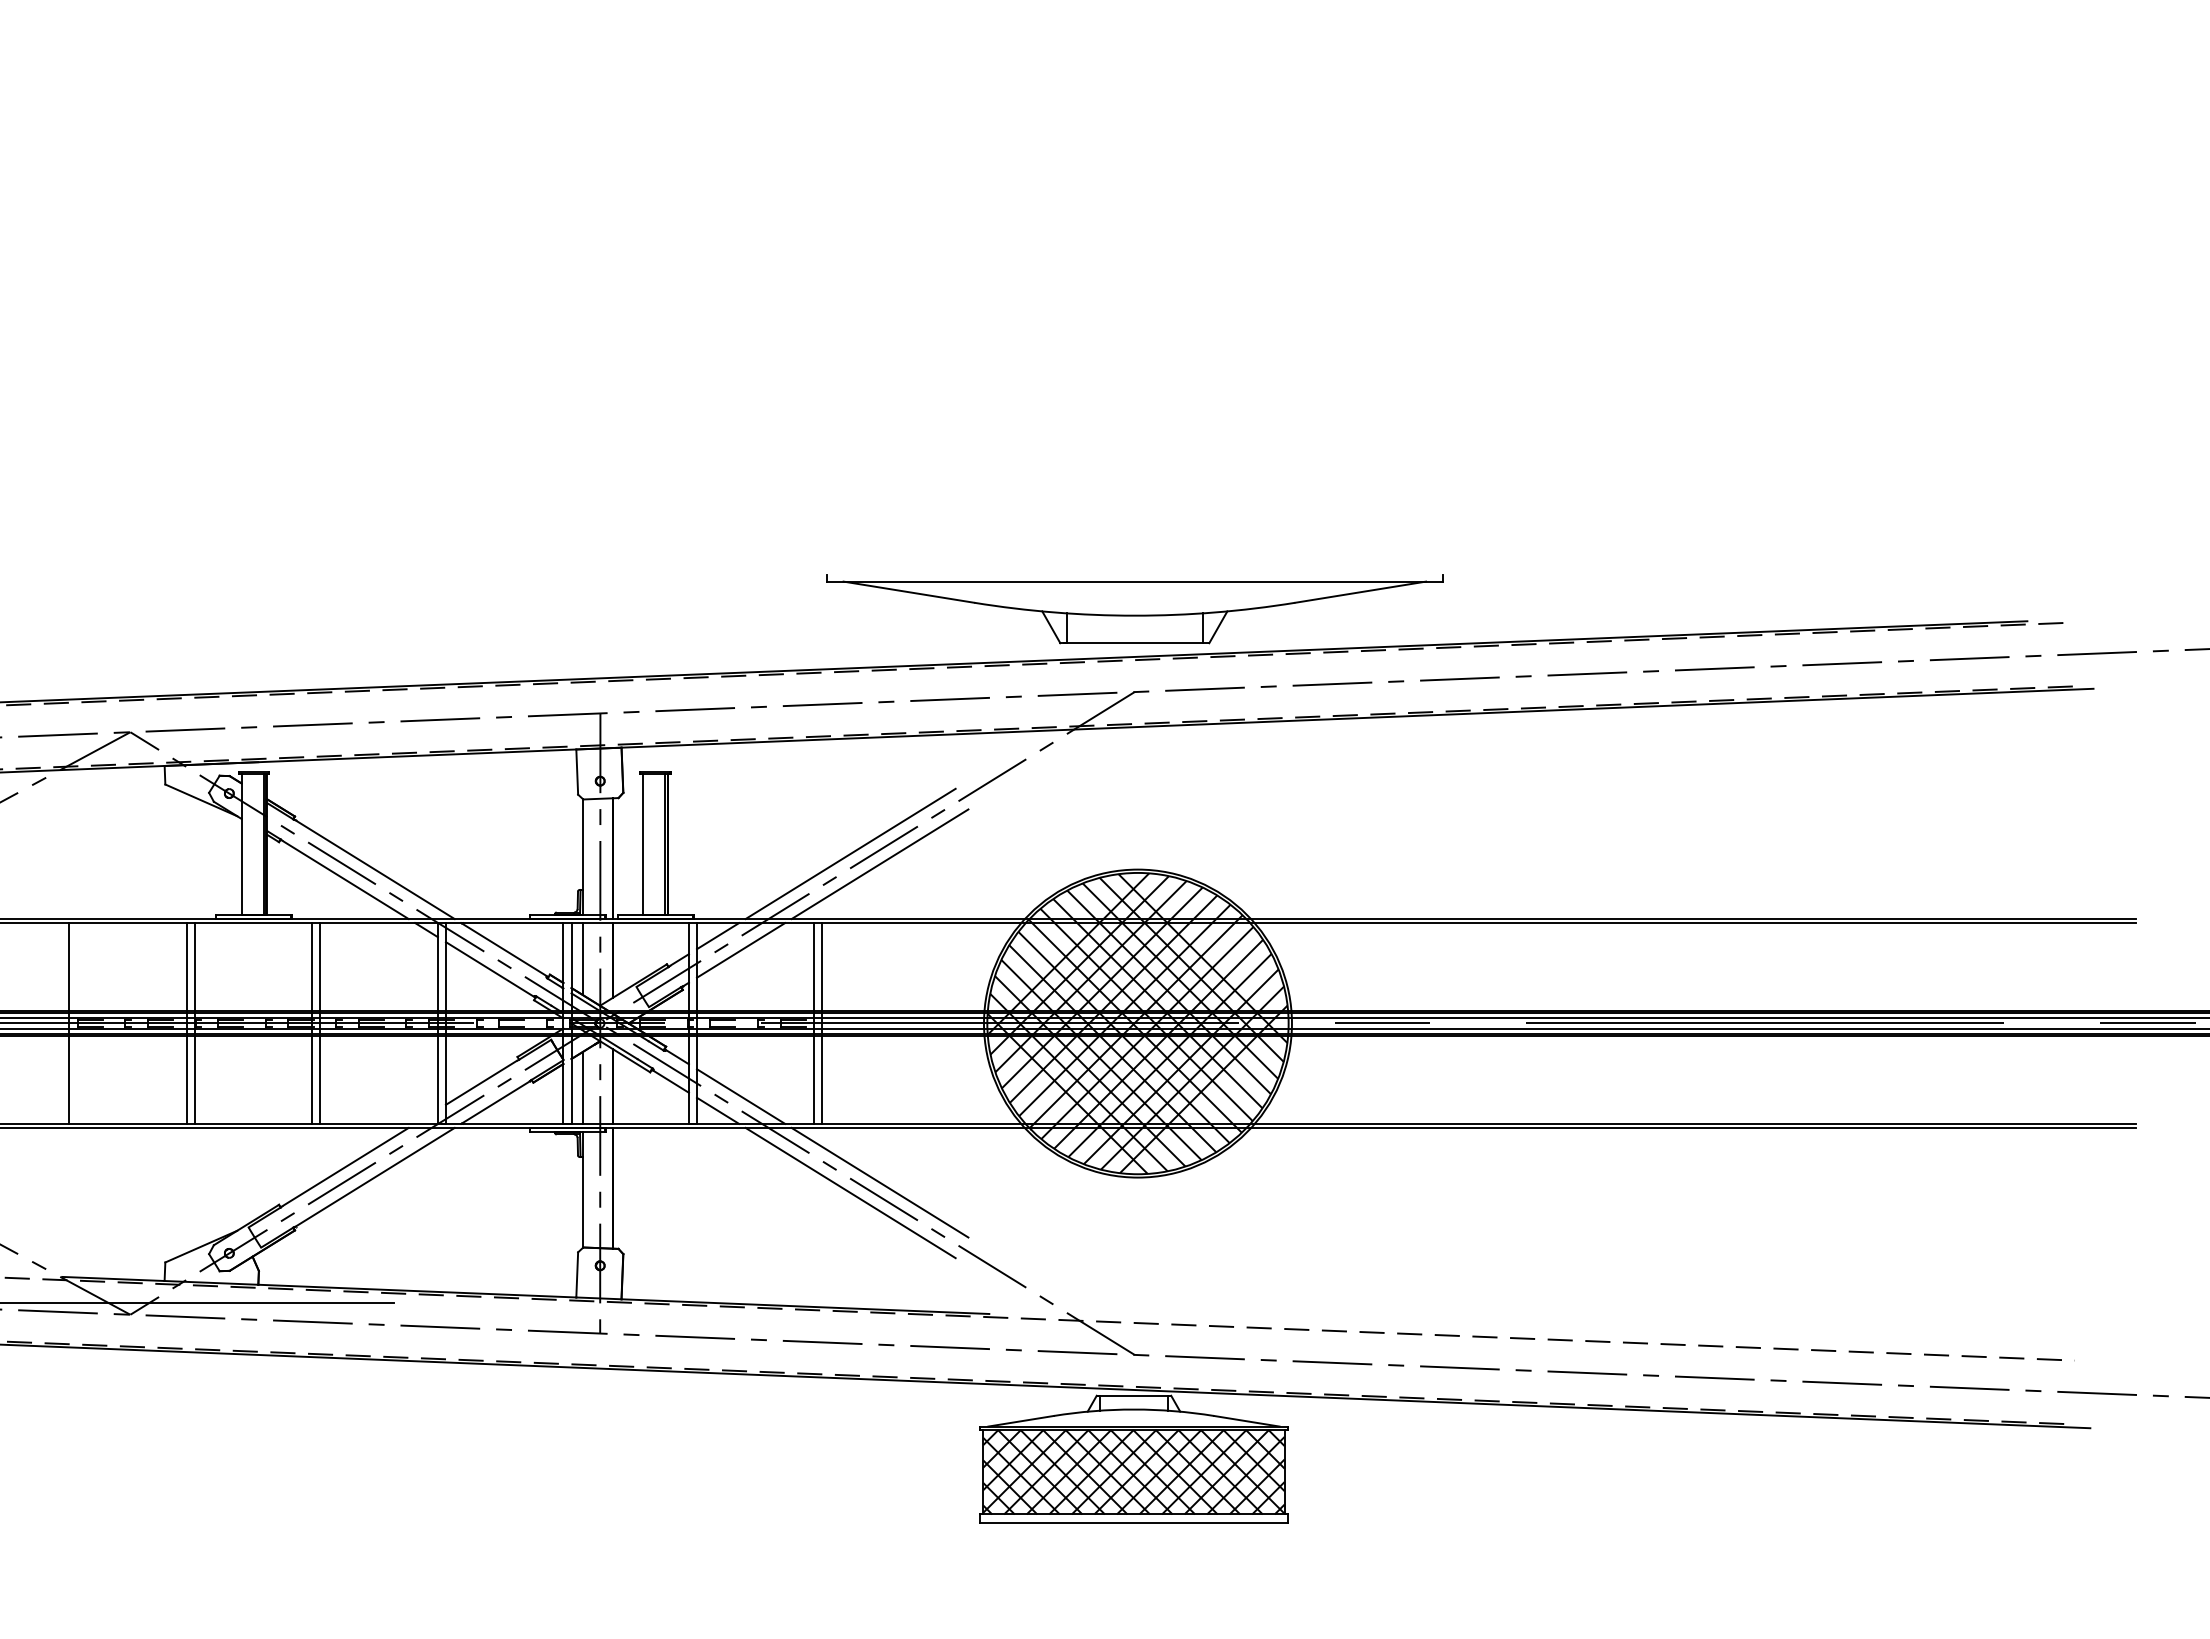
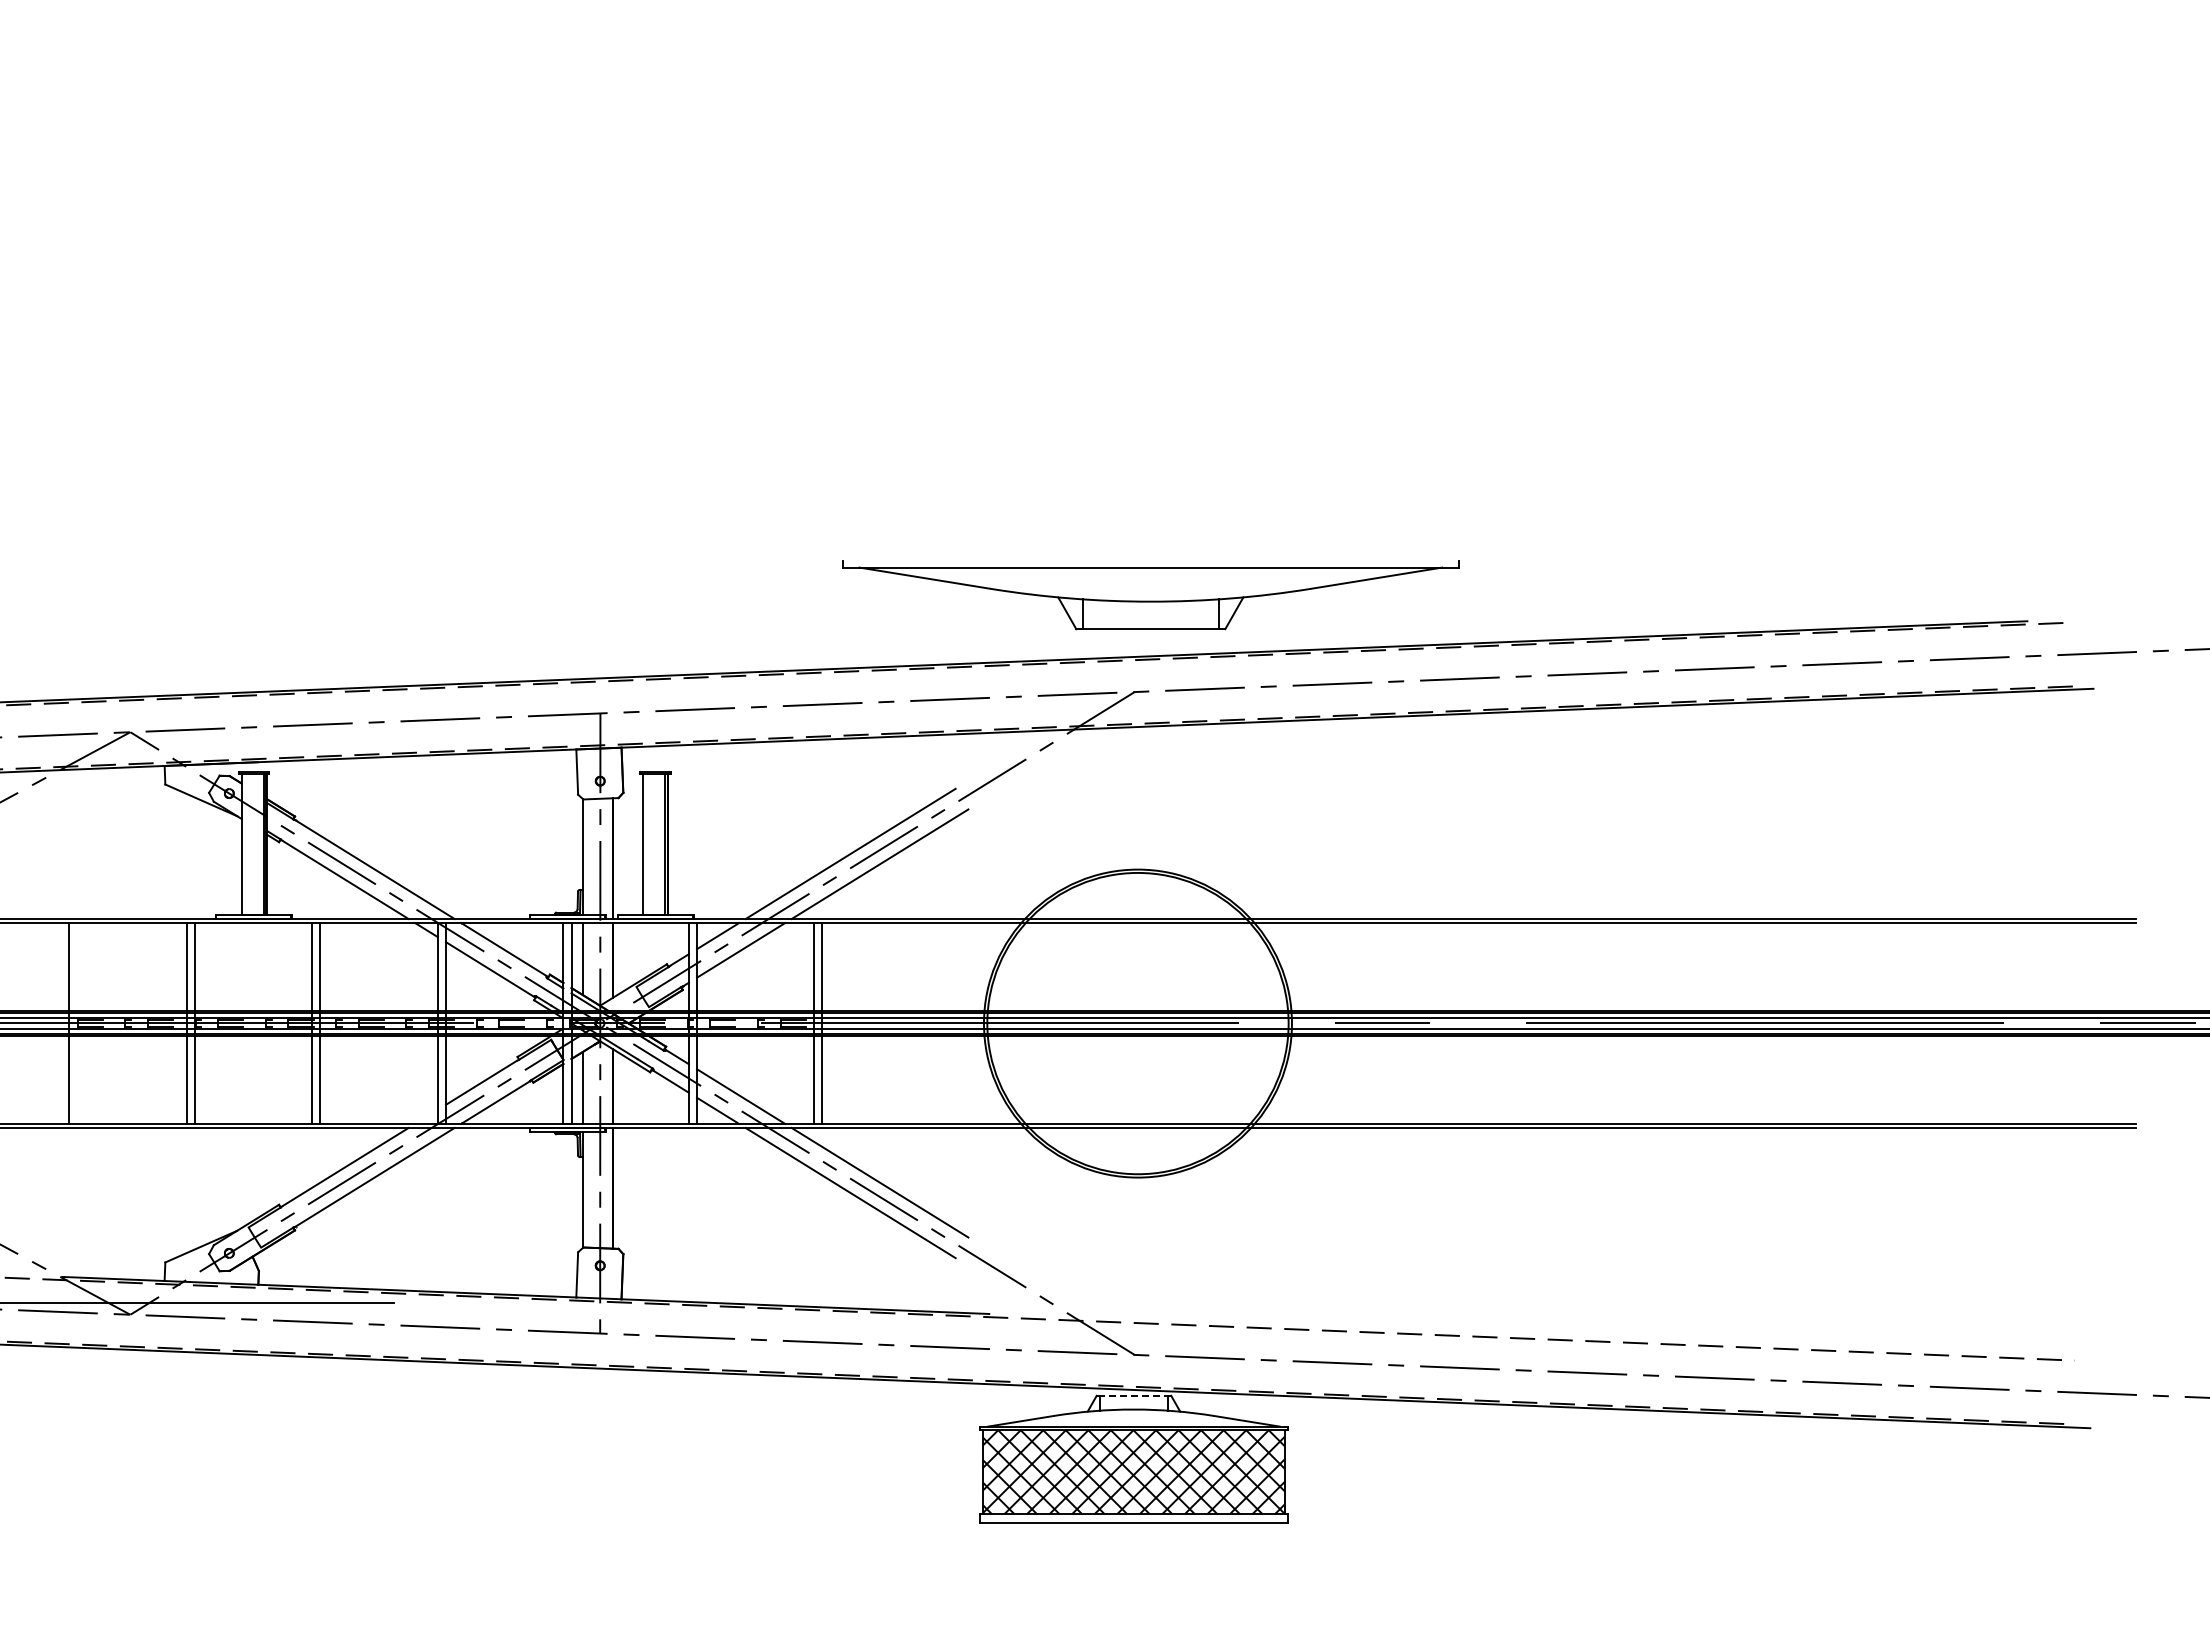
part at (1134, 609) position: (1134, 609) -> (1150, 595)
hatch at (1137, 1023): present -> none
line at (1133, 1395): solid -> dashed
